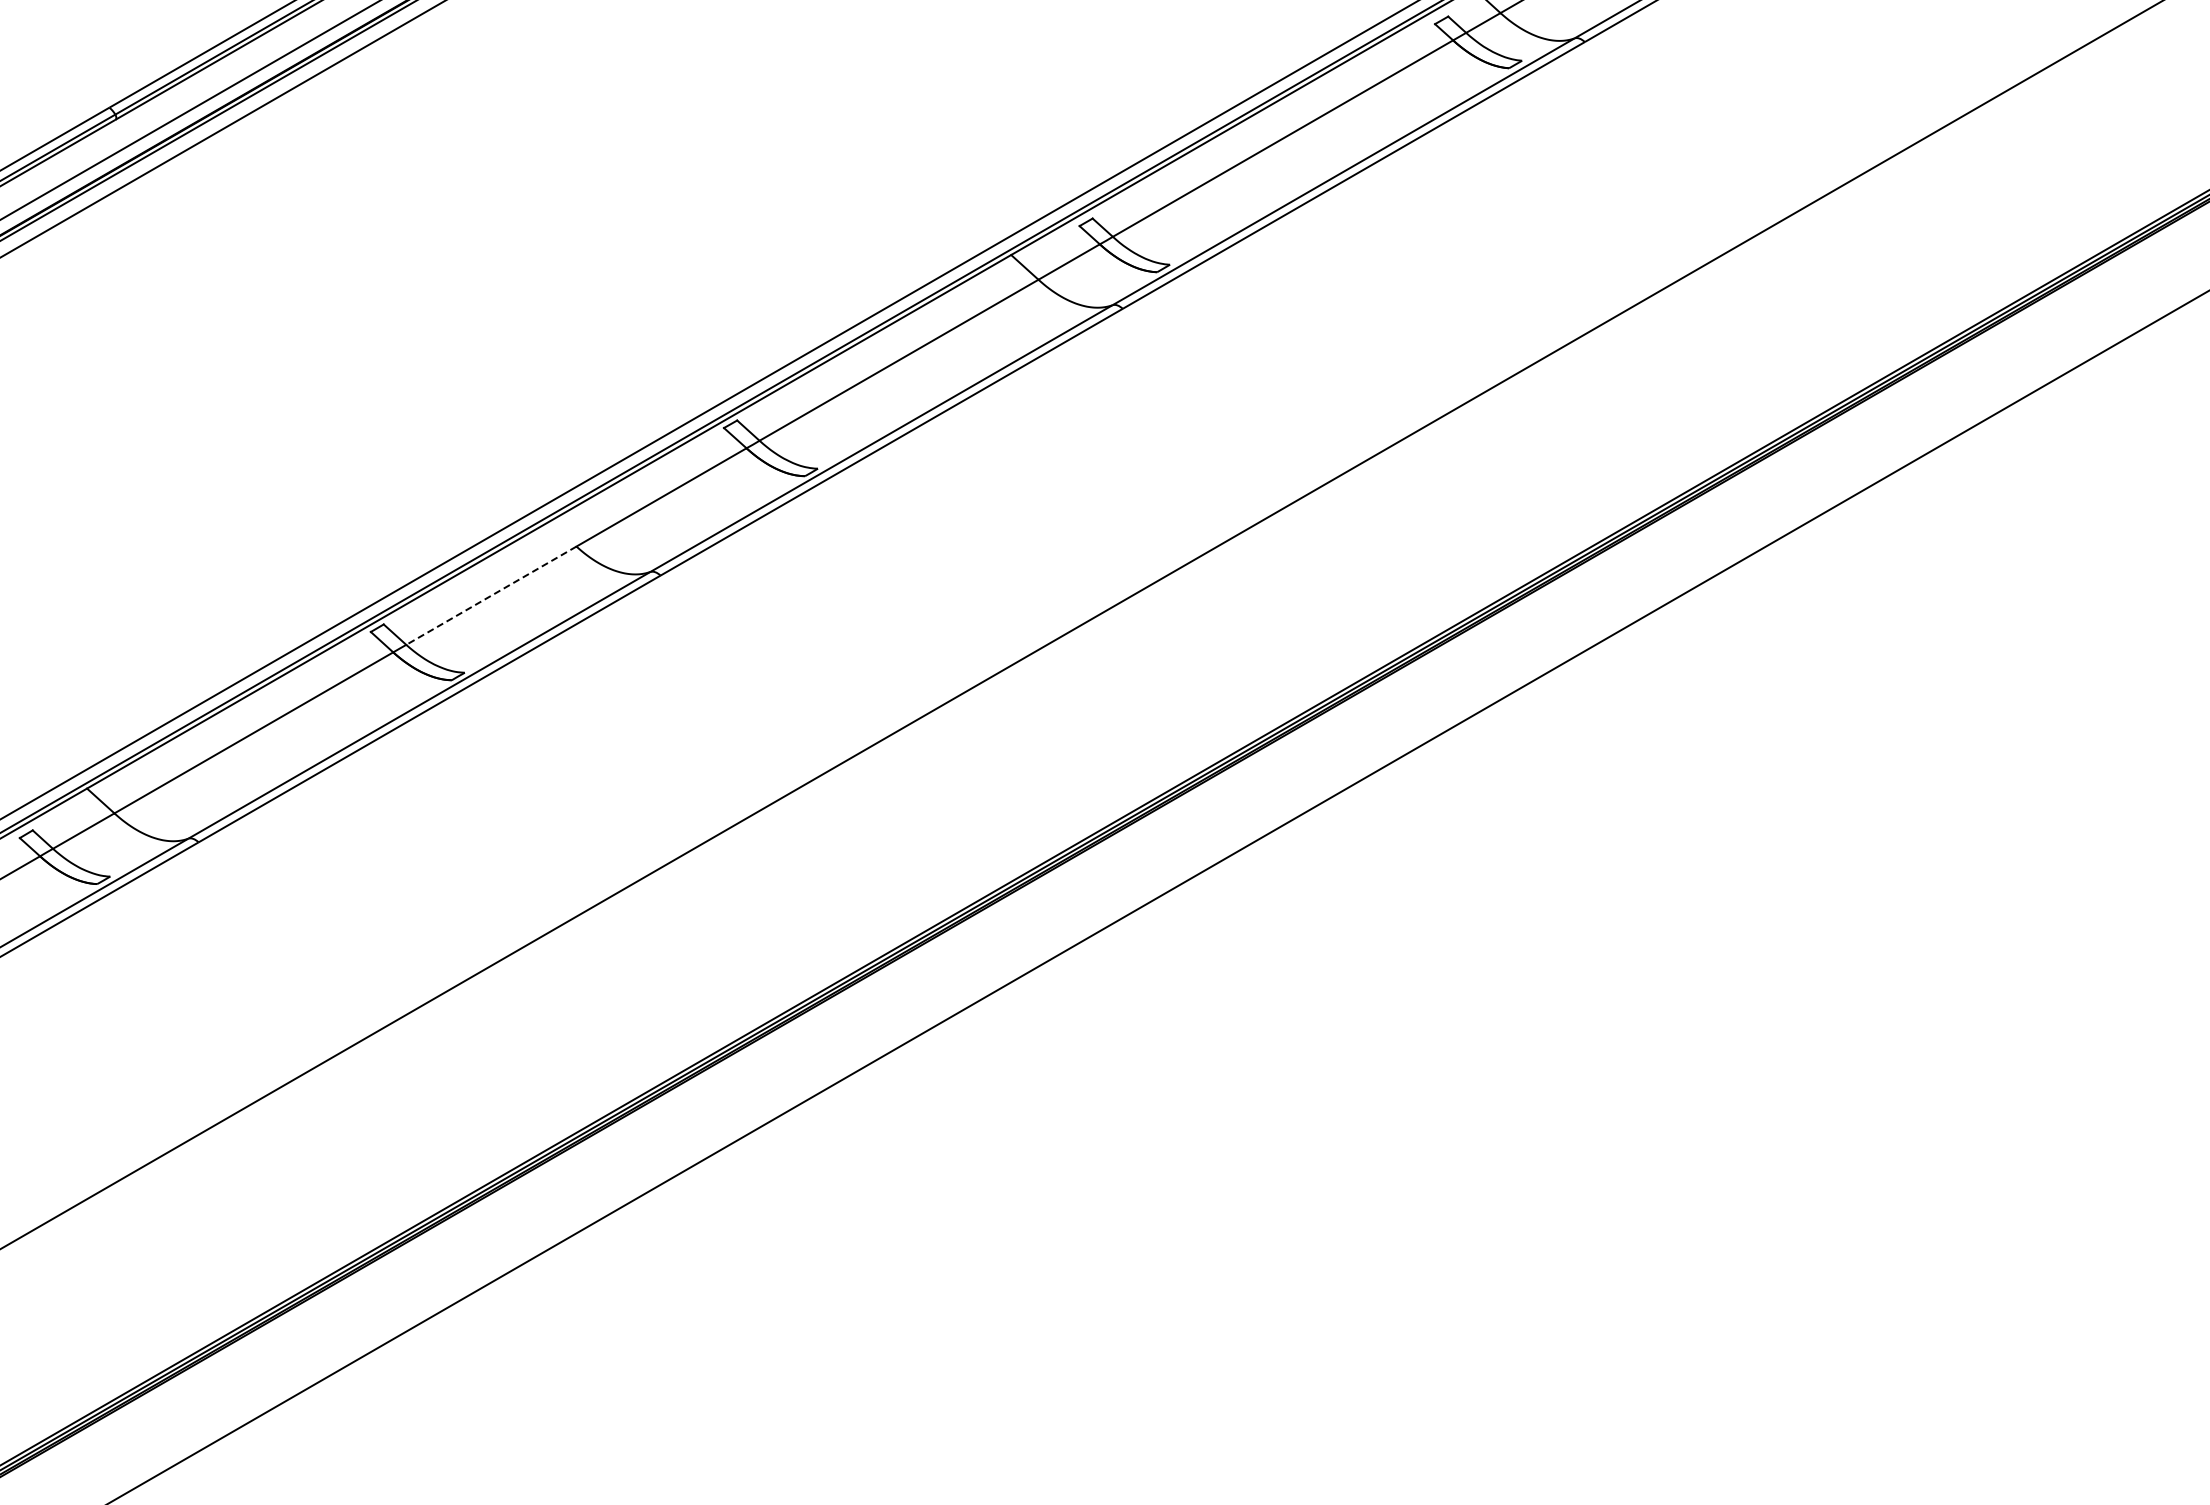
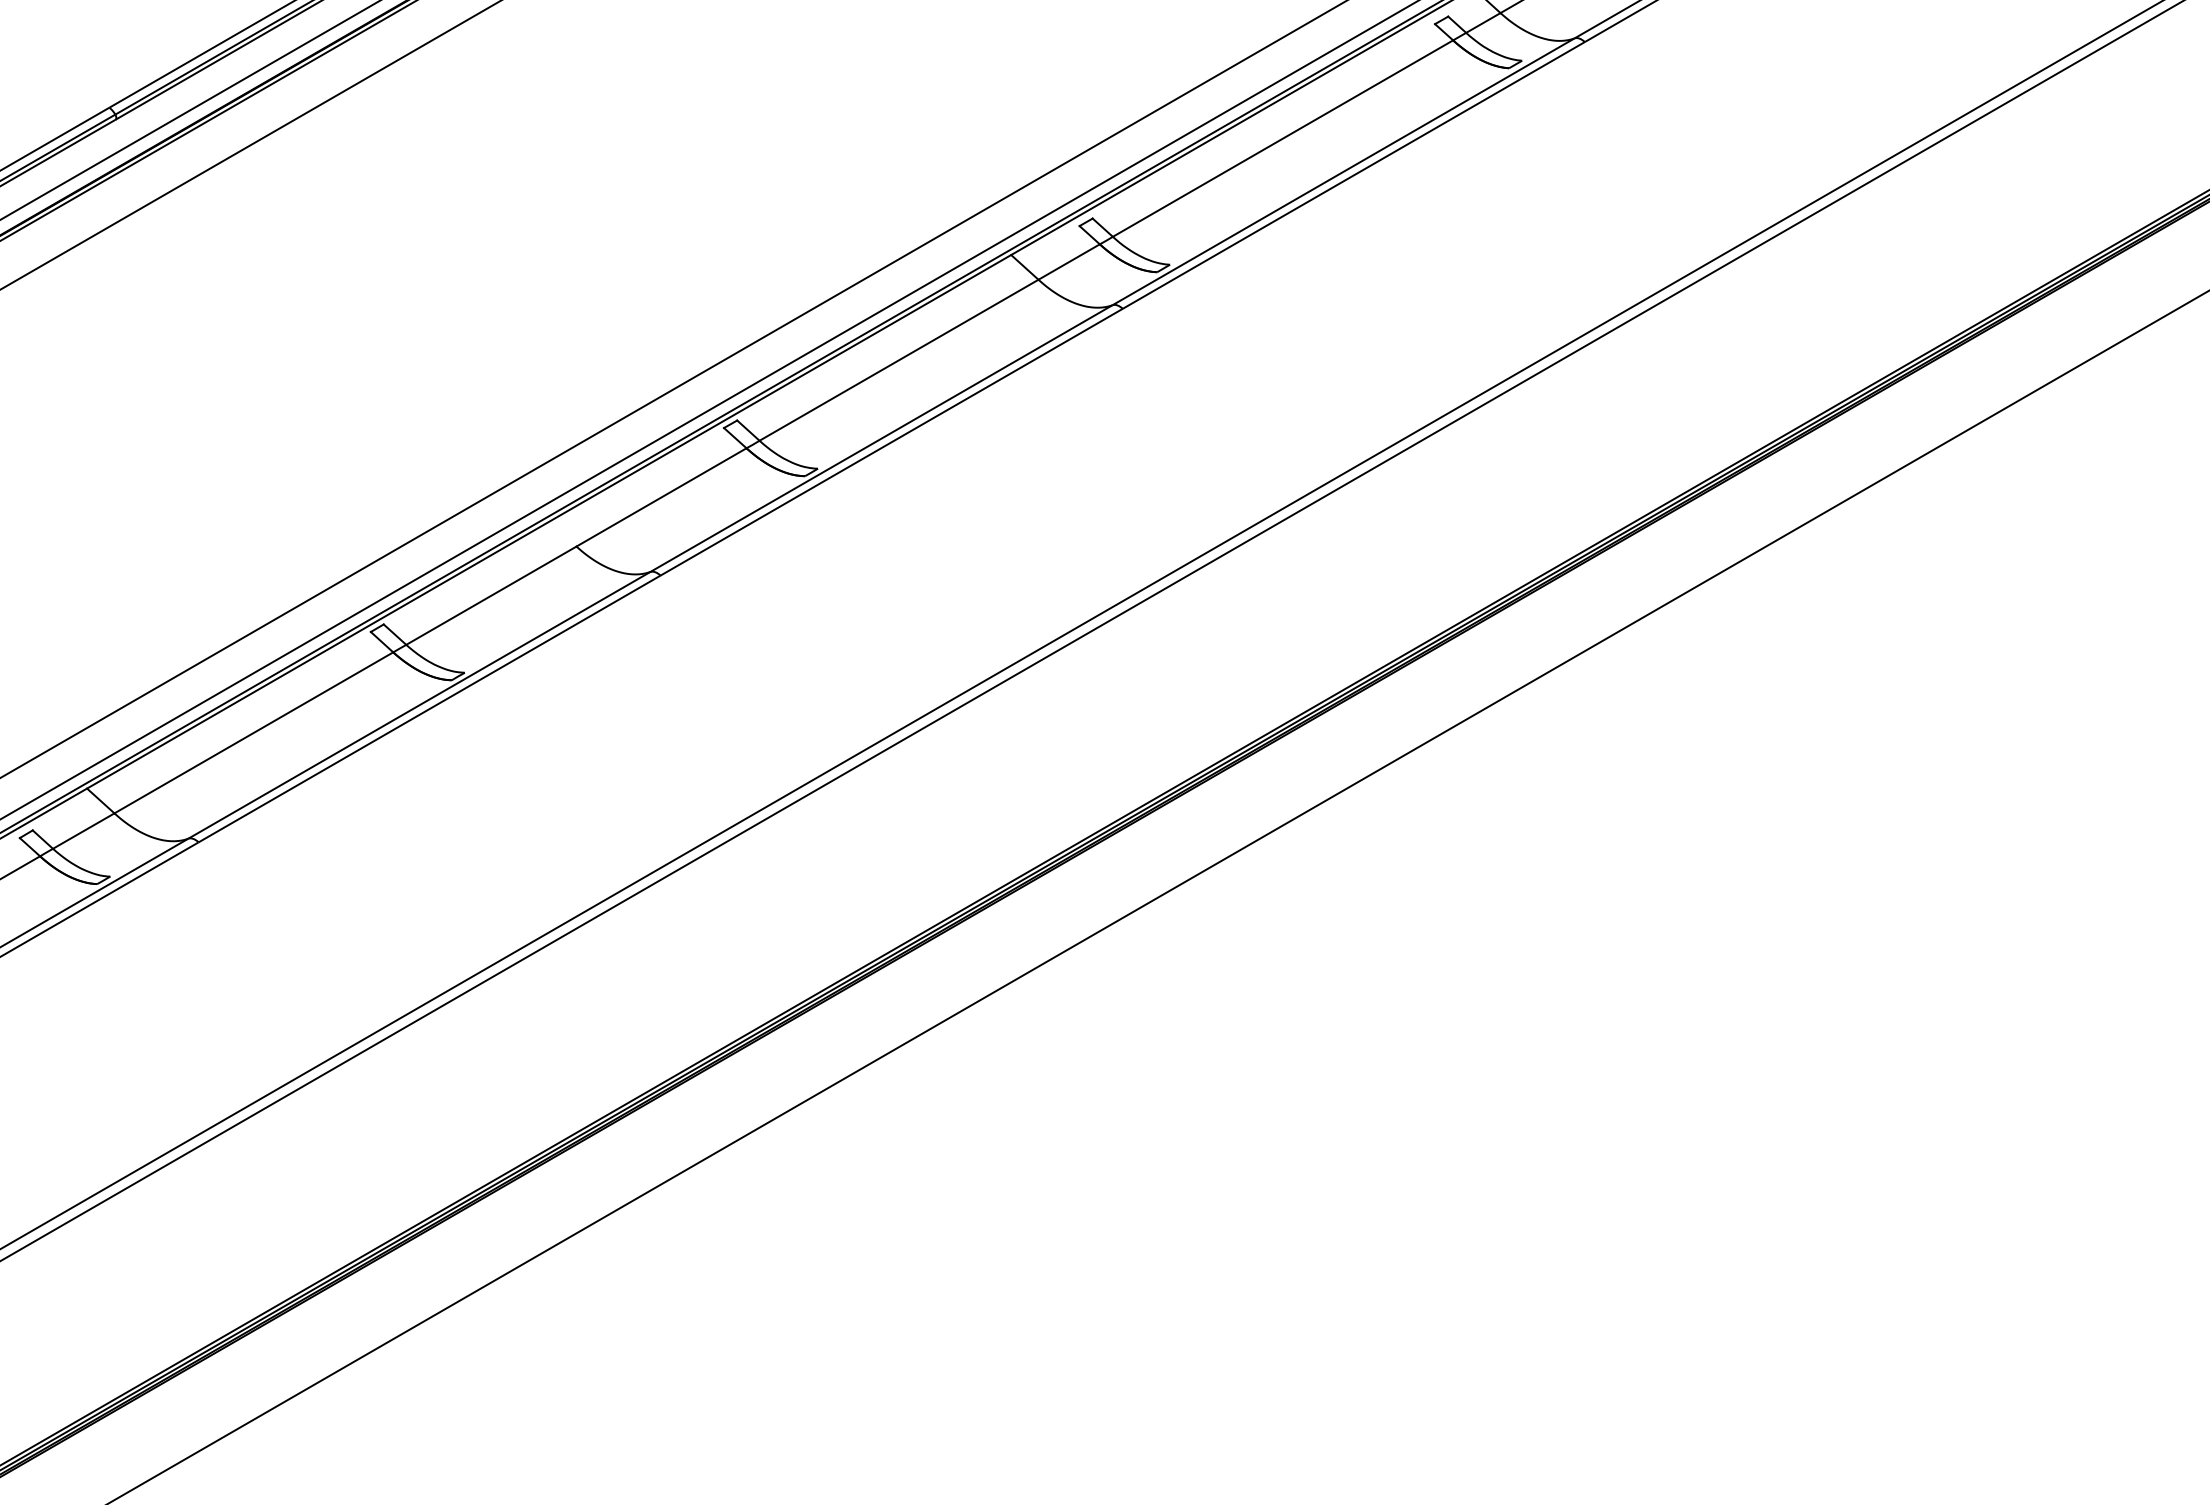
line at (222, 129) position: (222, 129) -> (250, 145)
line at (672, 389): none -> present
line at (490, 595): dashed -> solid
line at (1091, 630): none -> present
